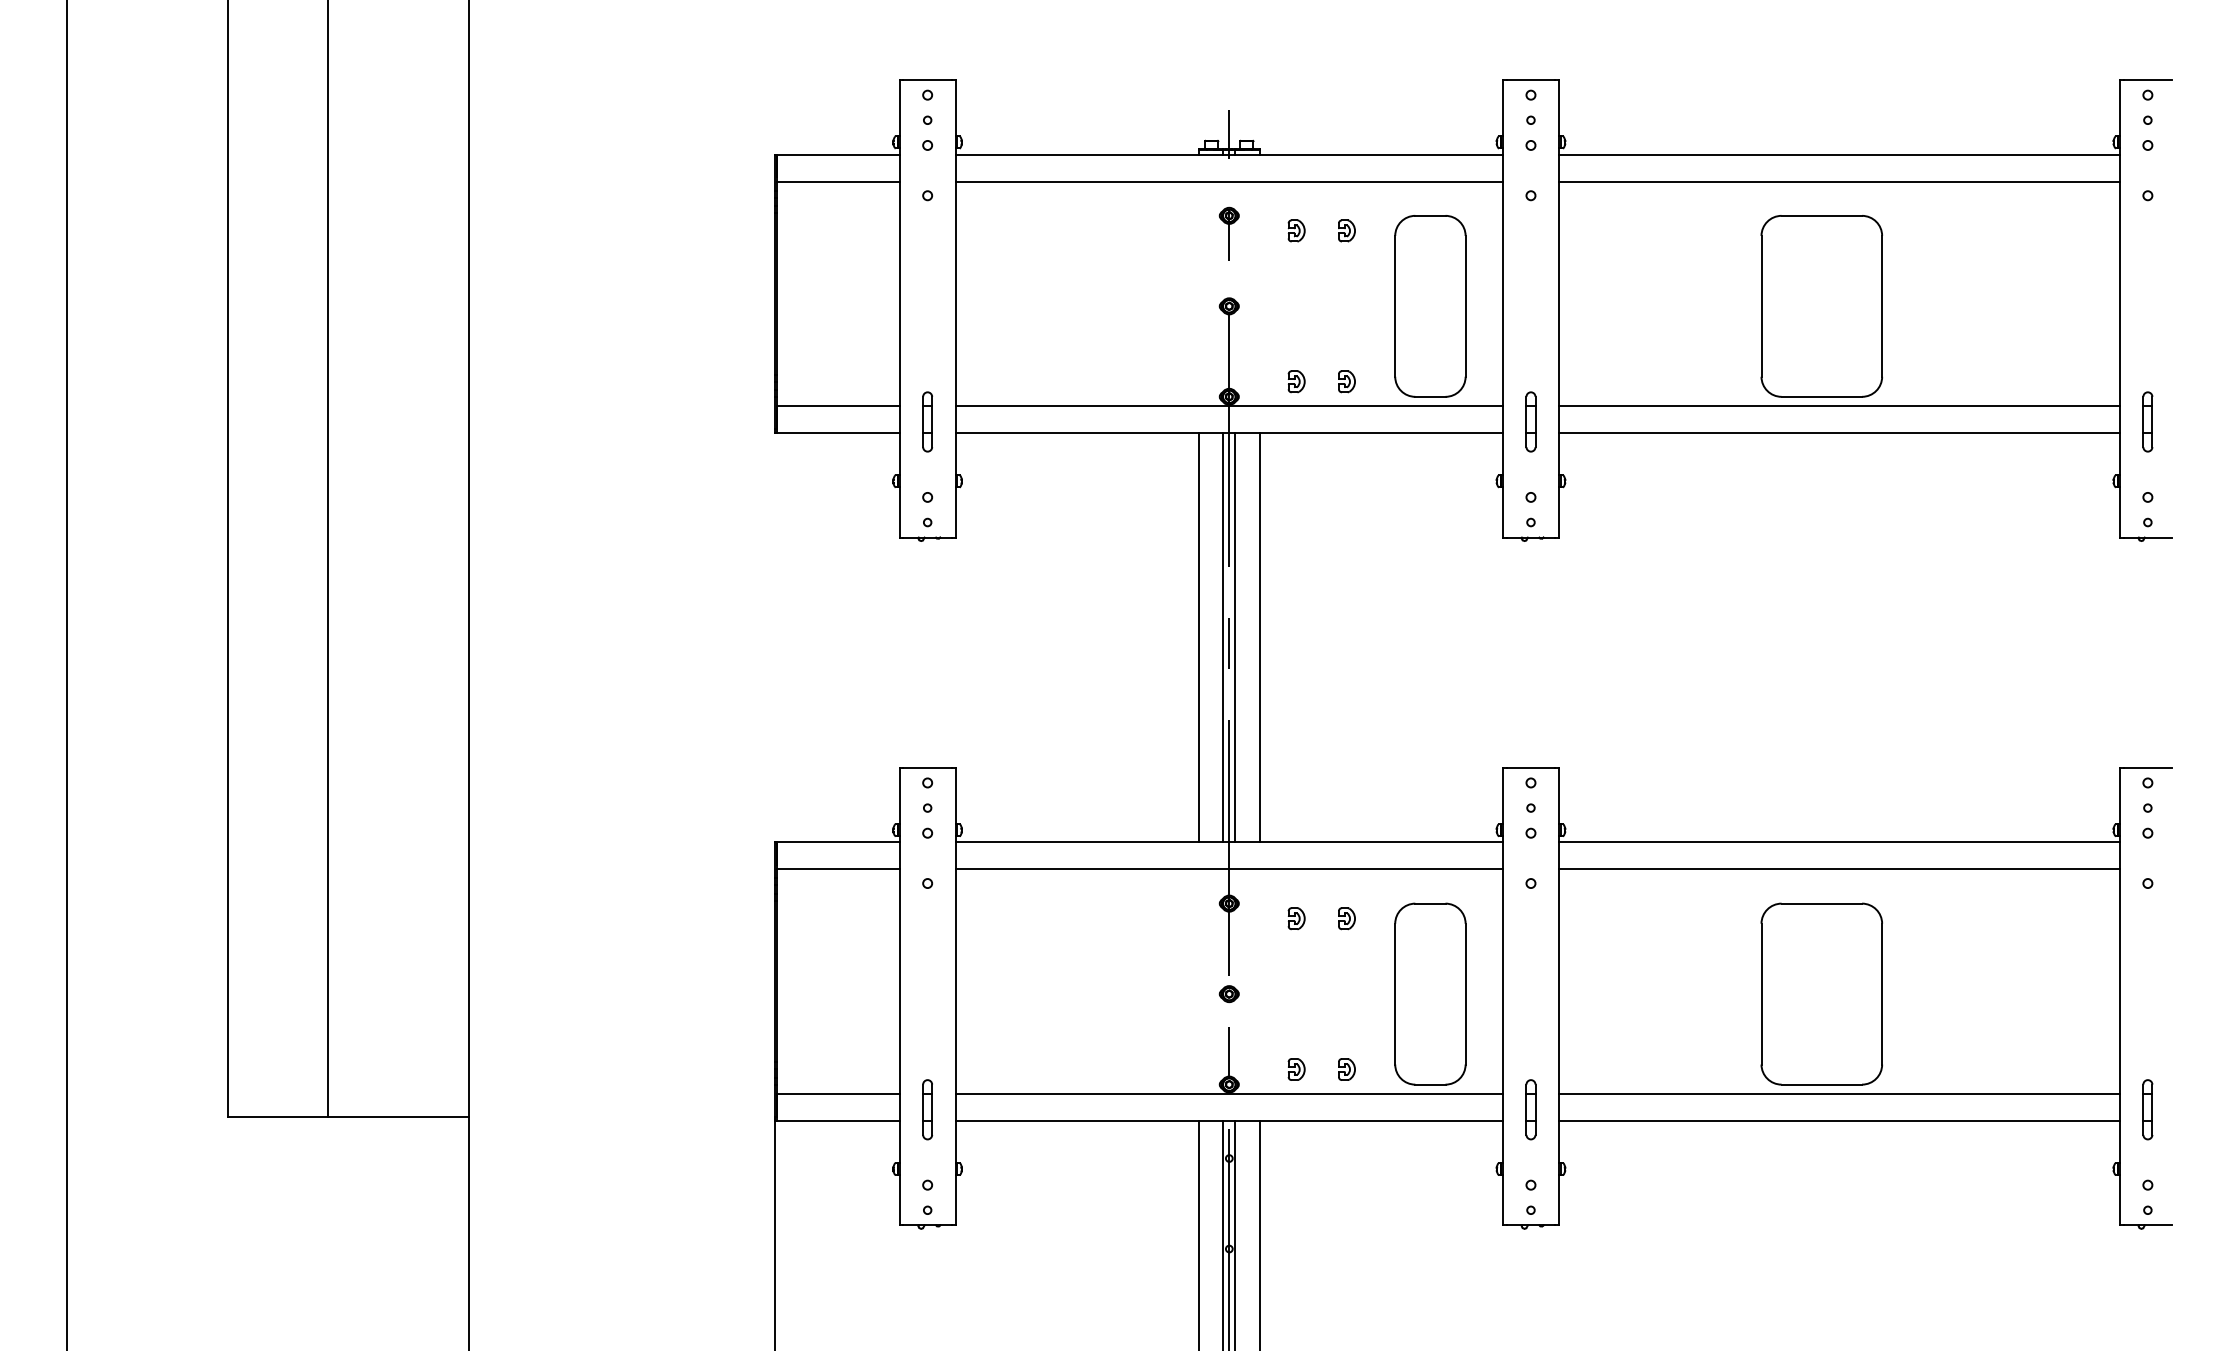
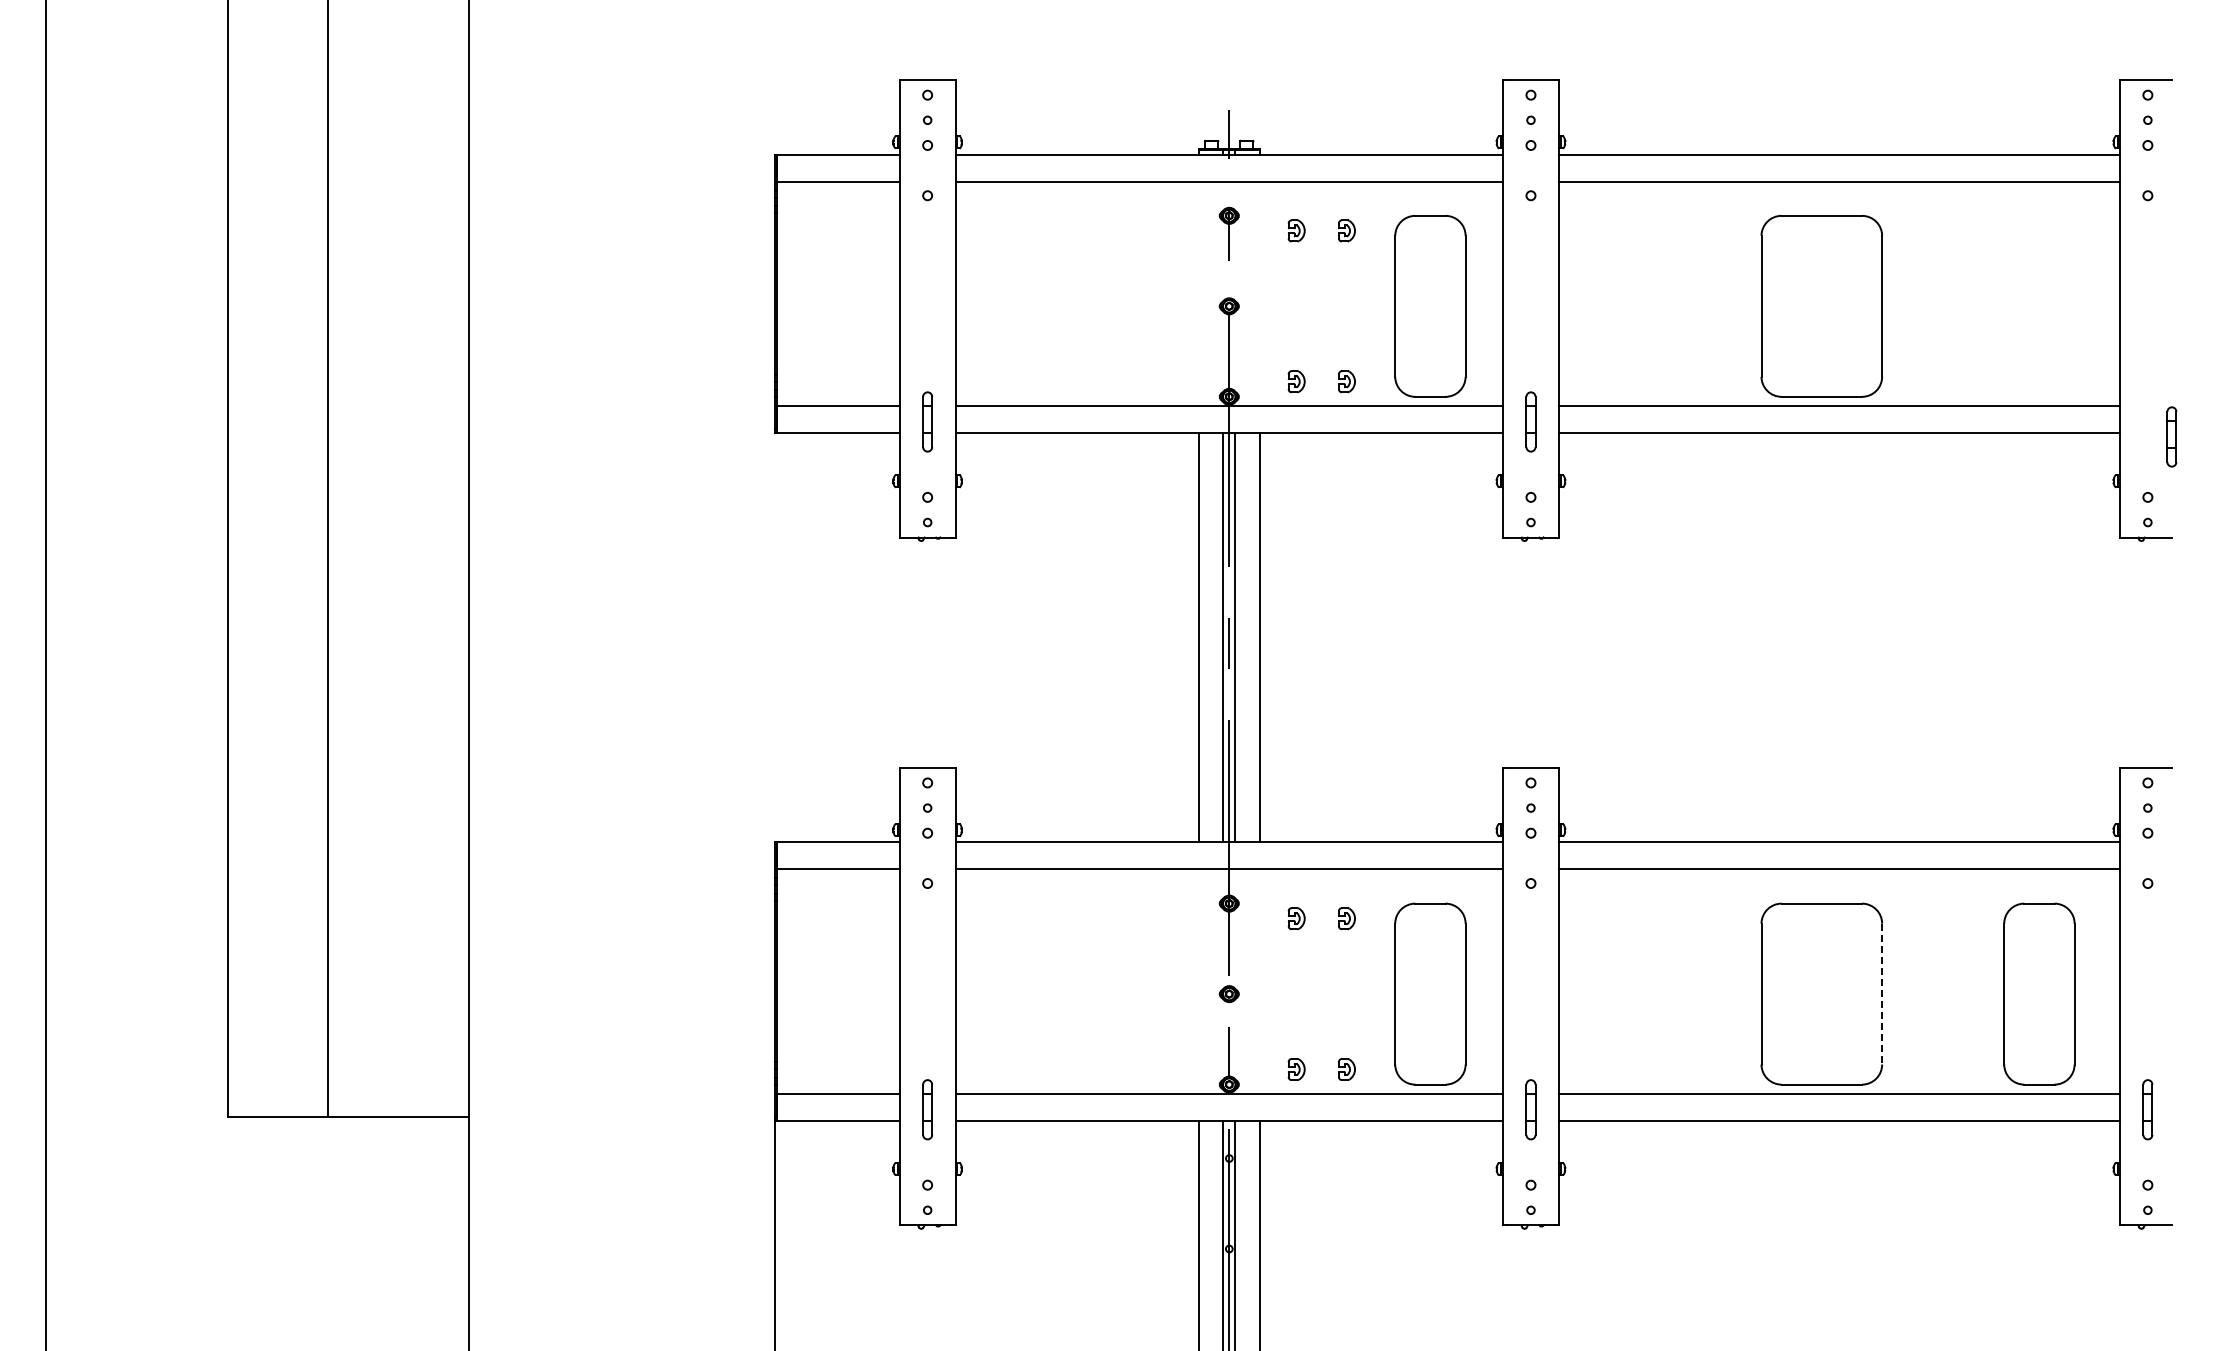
part at (2147, 421) position: (2147, 421) -> (2171, 436)
line at (66, 674) position: (66, 674) -> (45, 674)
part at (2039, 993): none -> present
line at (1882, 994): solid -> dashed
